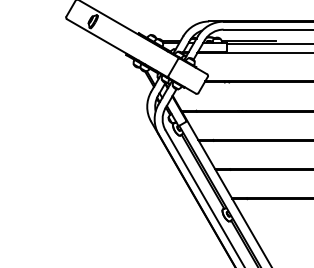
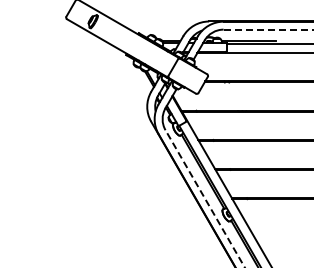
line at (268, 29): solid -> dashed
line at (204, 198): solid -> dashed
